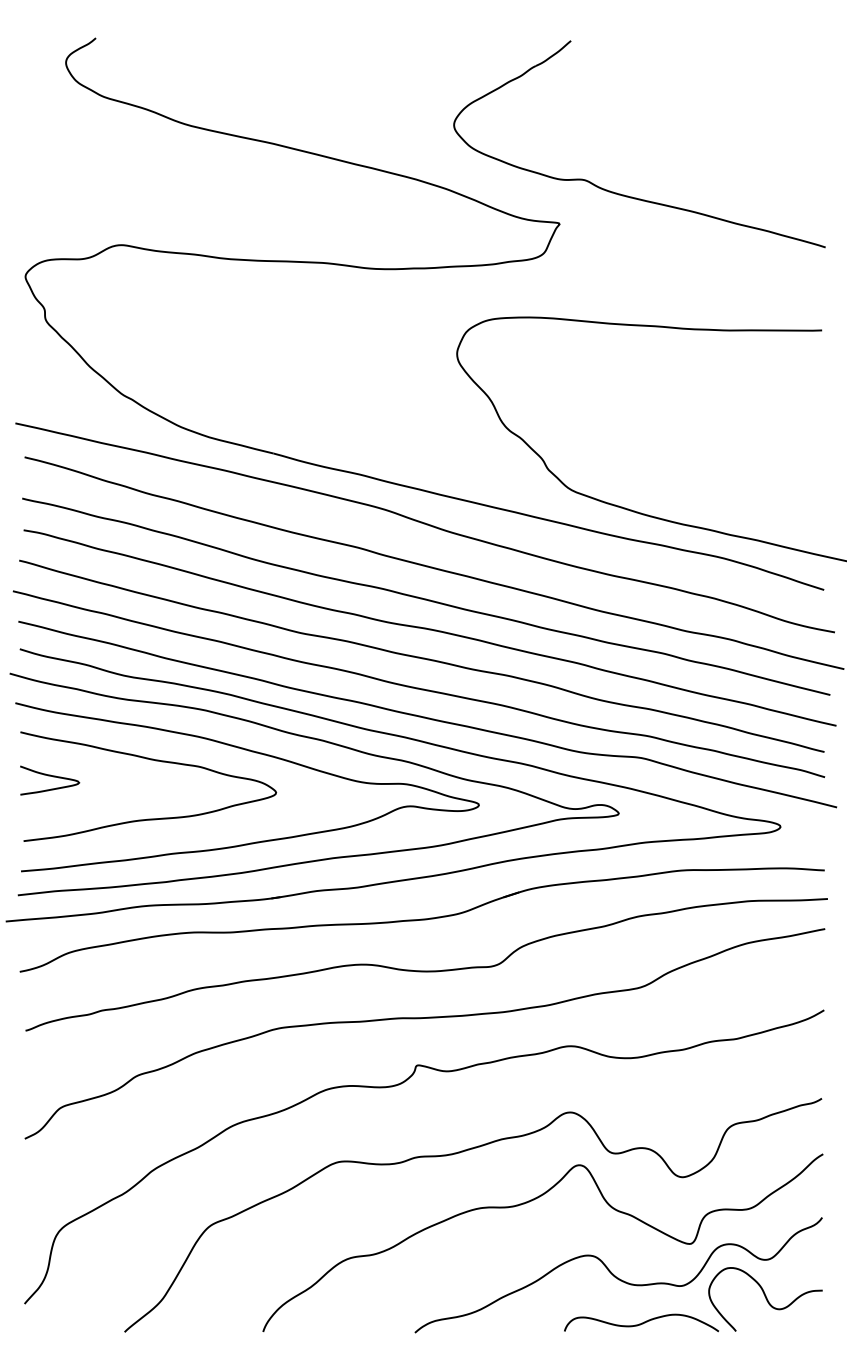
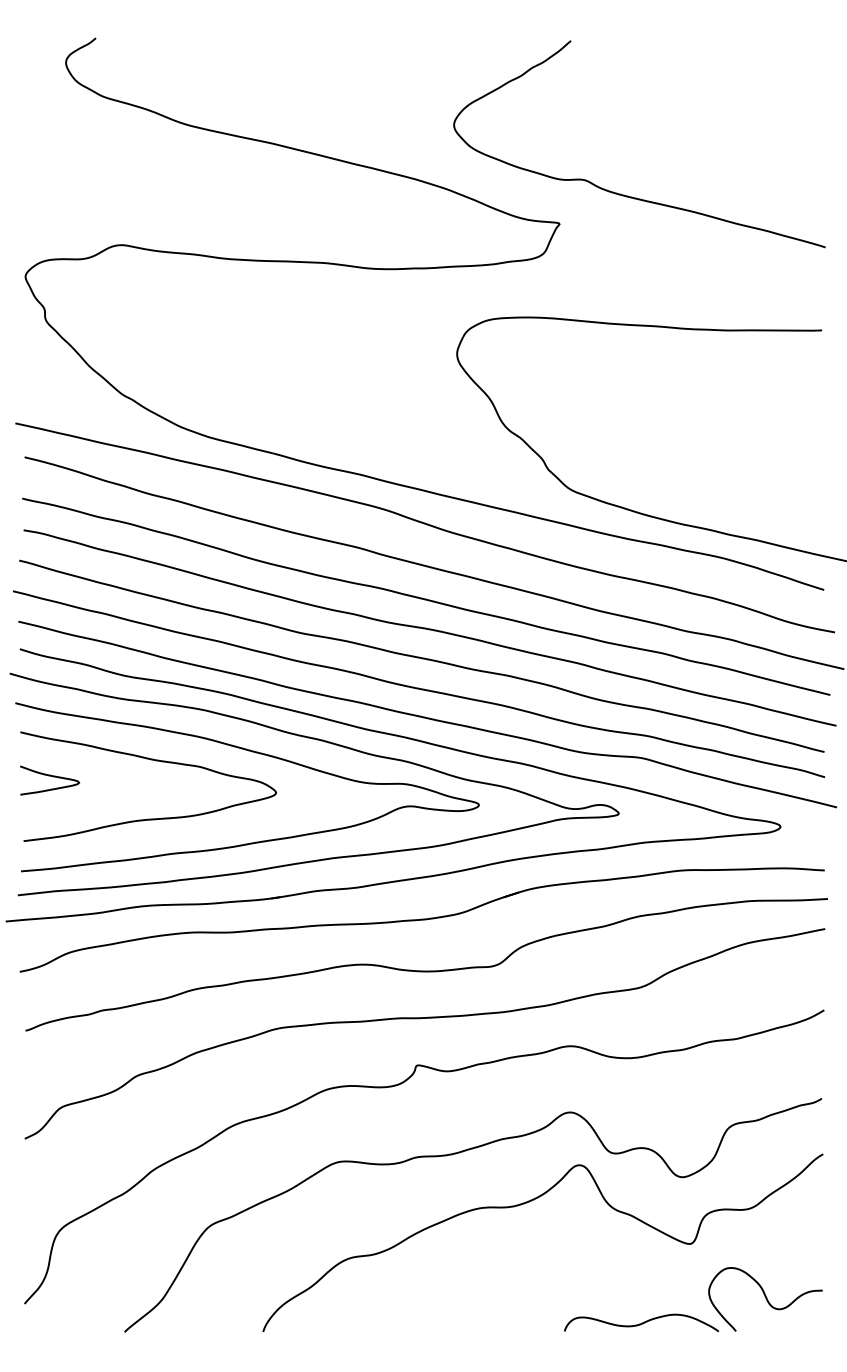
curve at (618, 1277): present -> none
